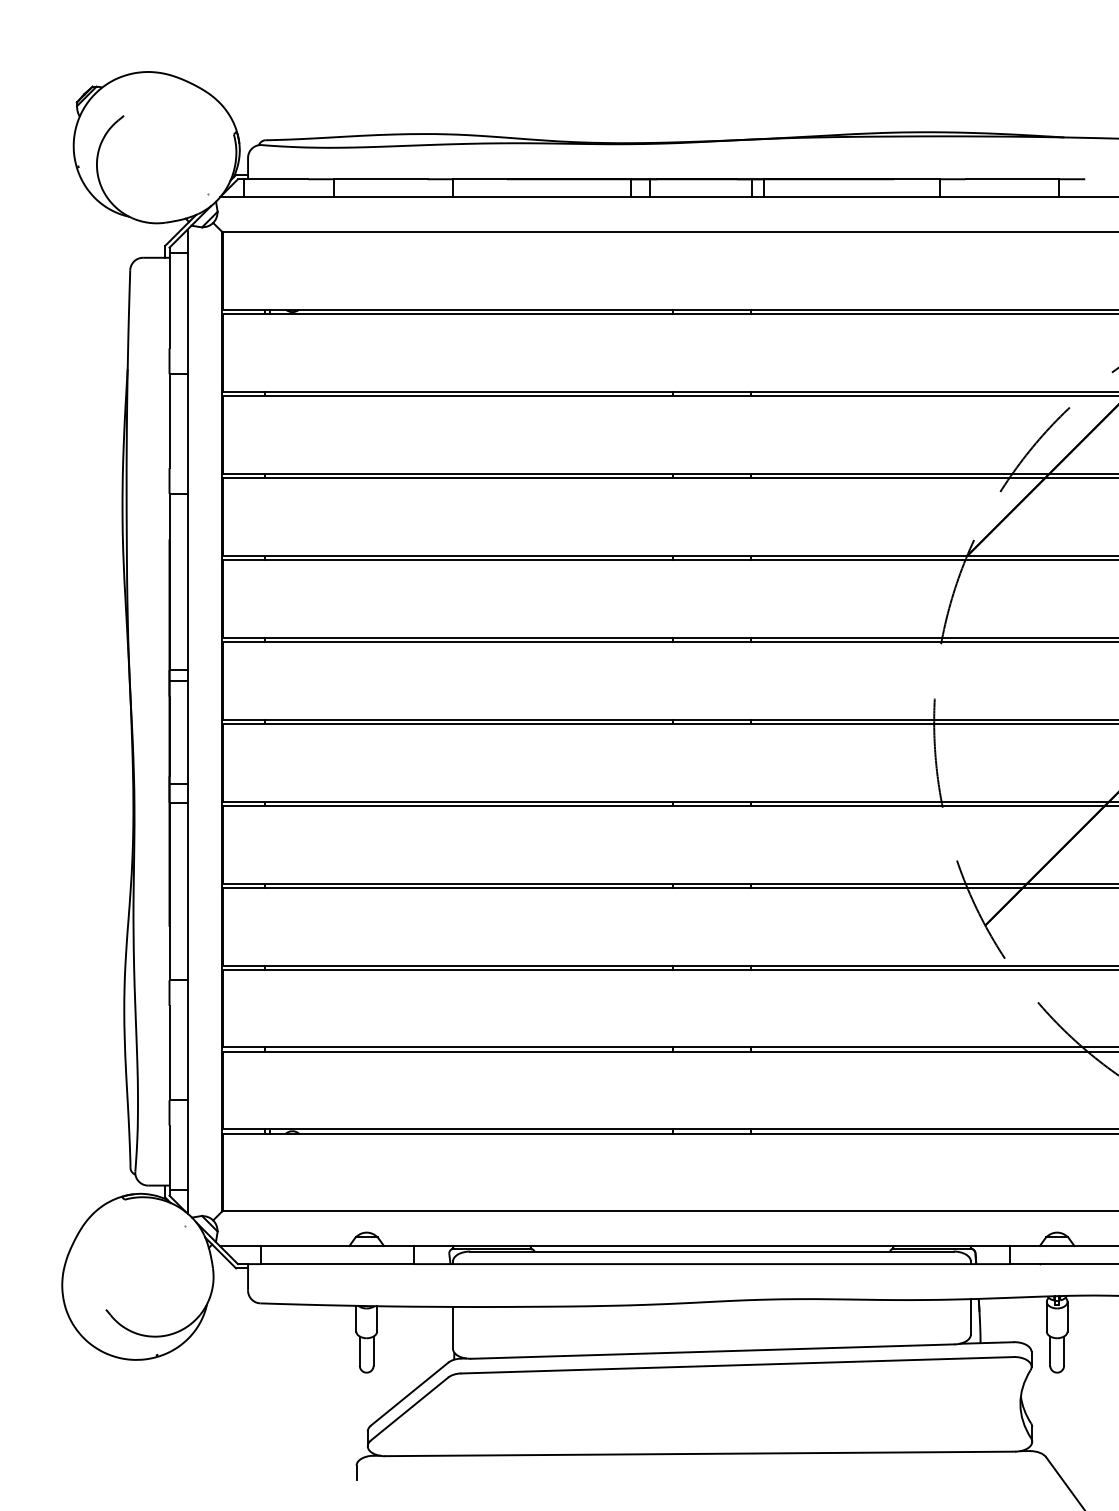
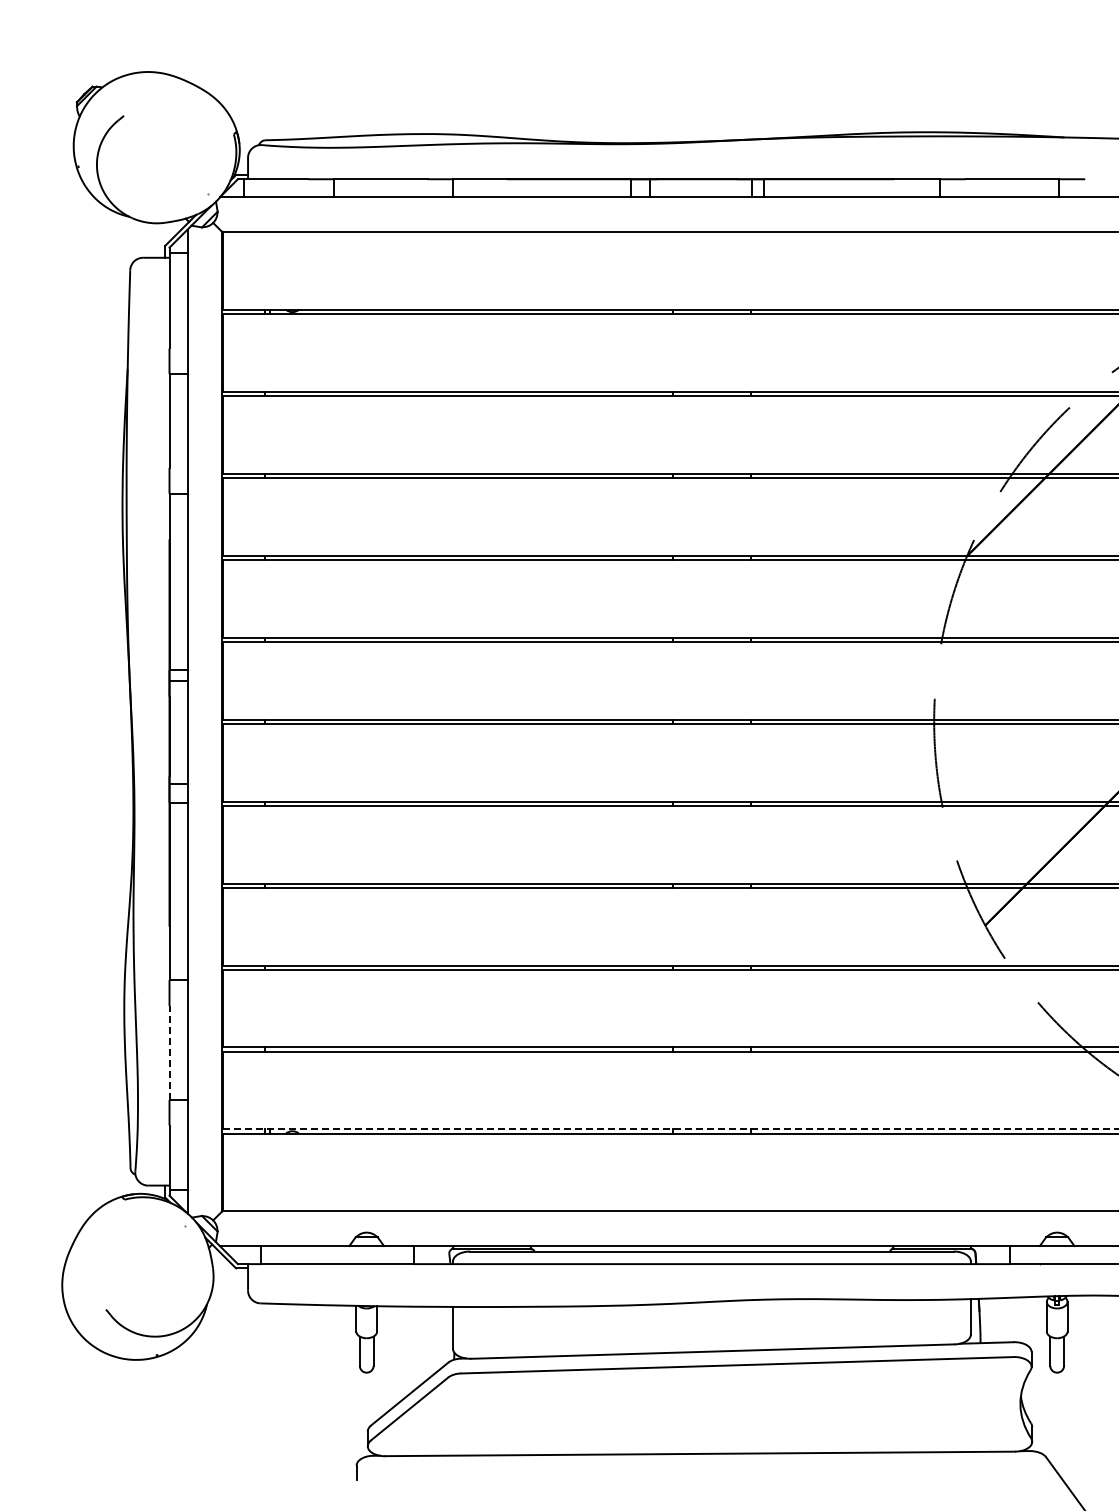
line at (169, 1052): solid -> dashed
line at (670, 1129): solid -> dashed
